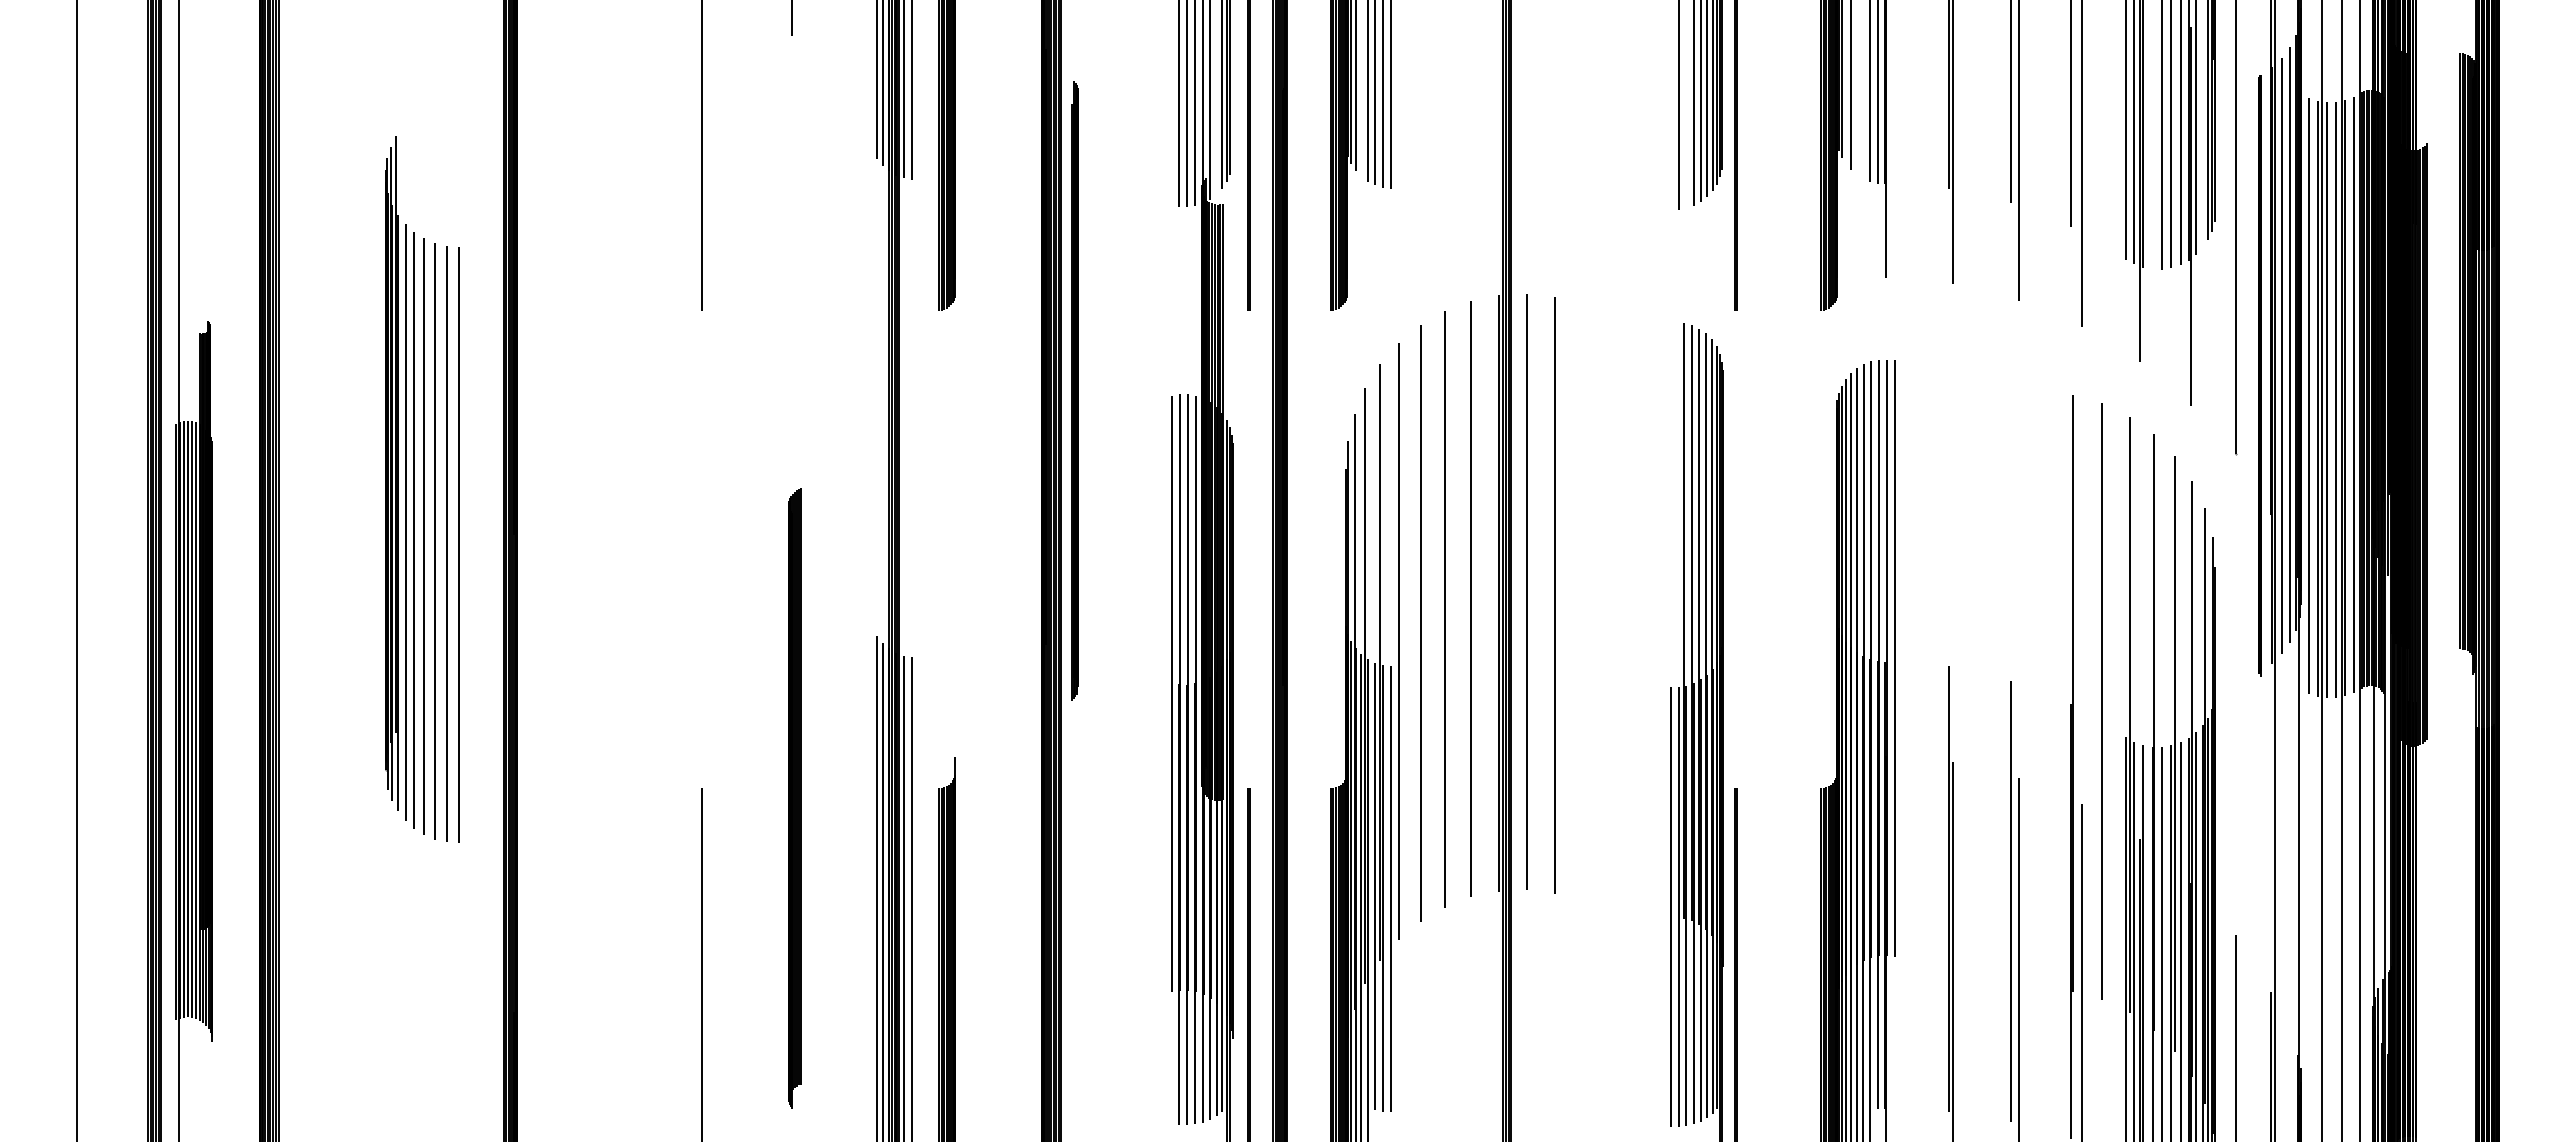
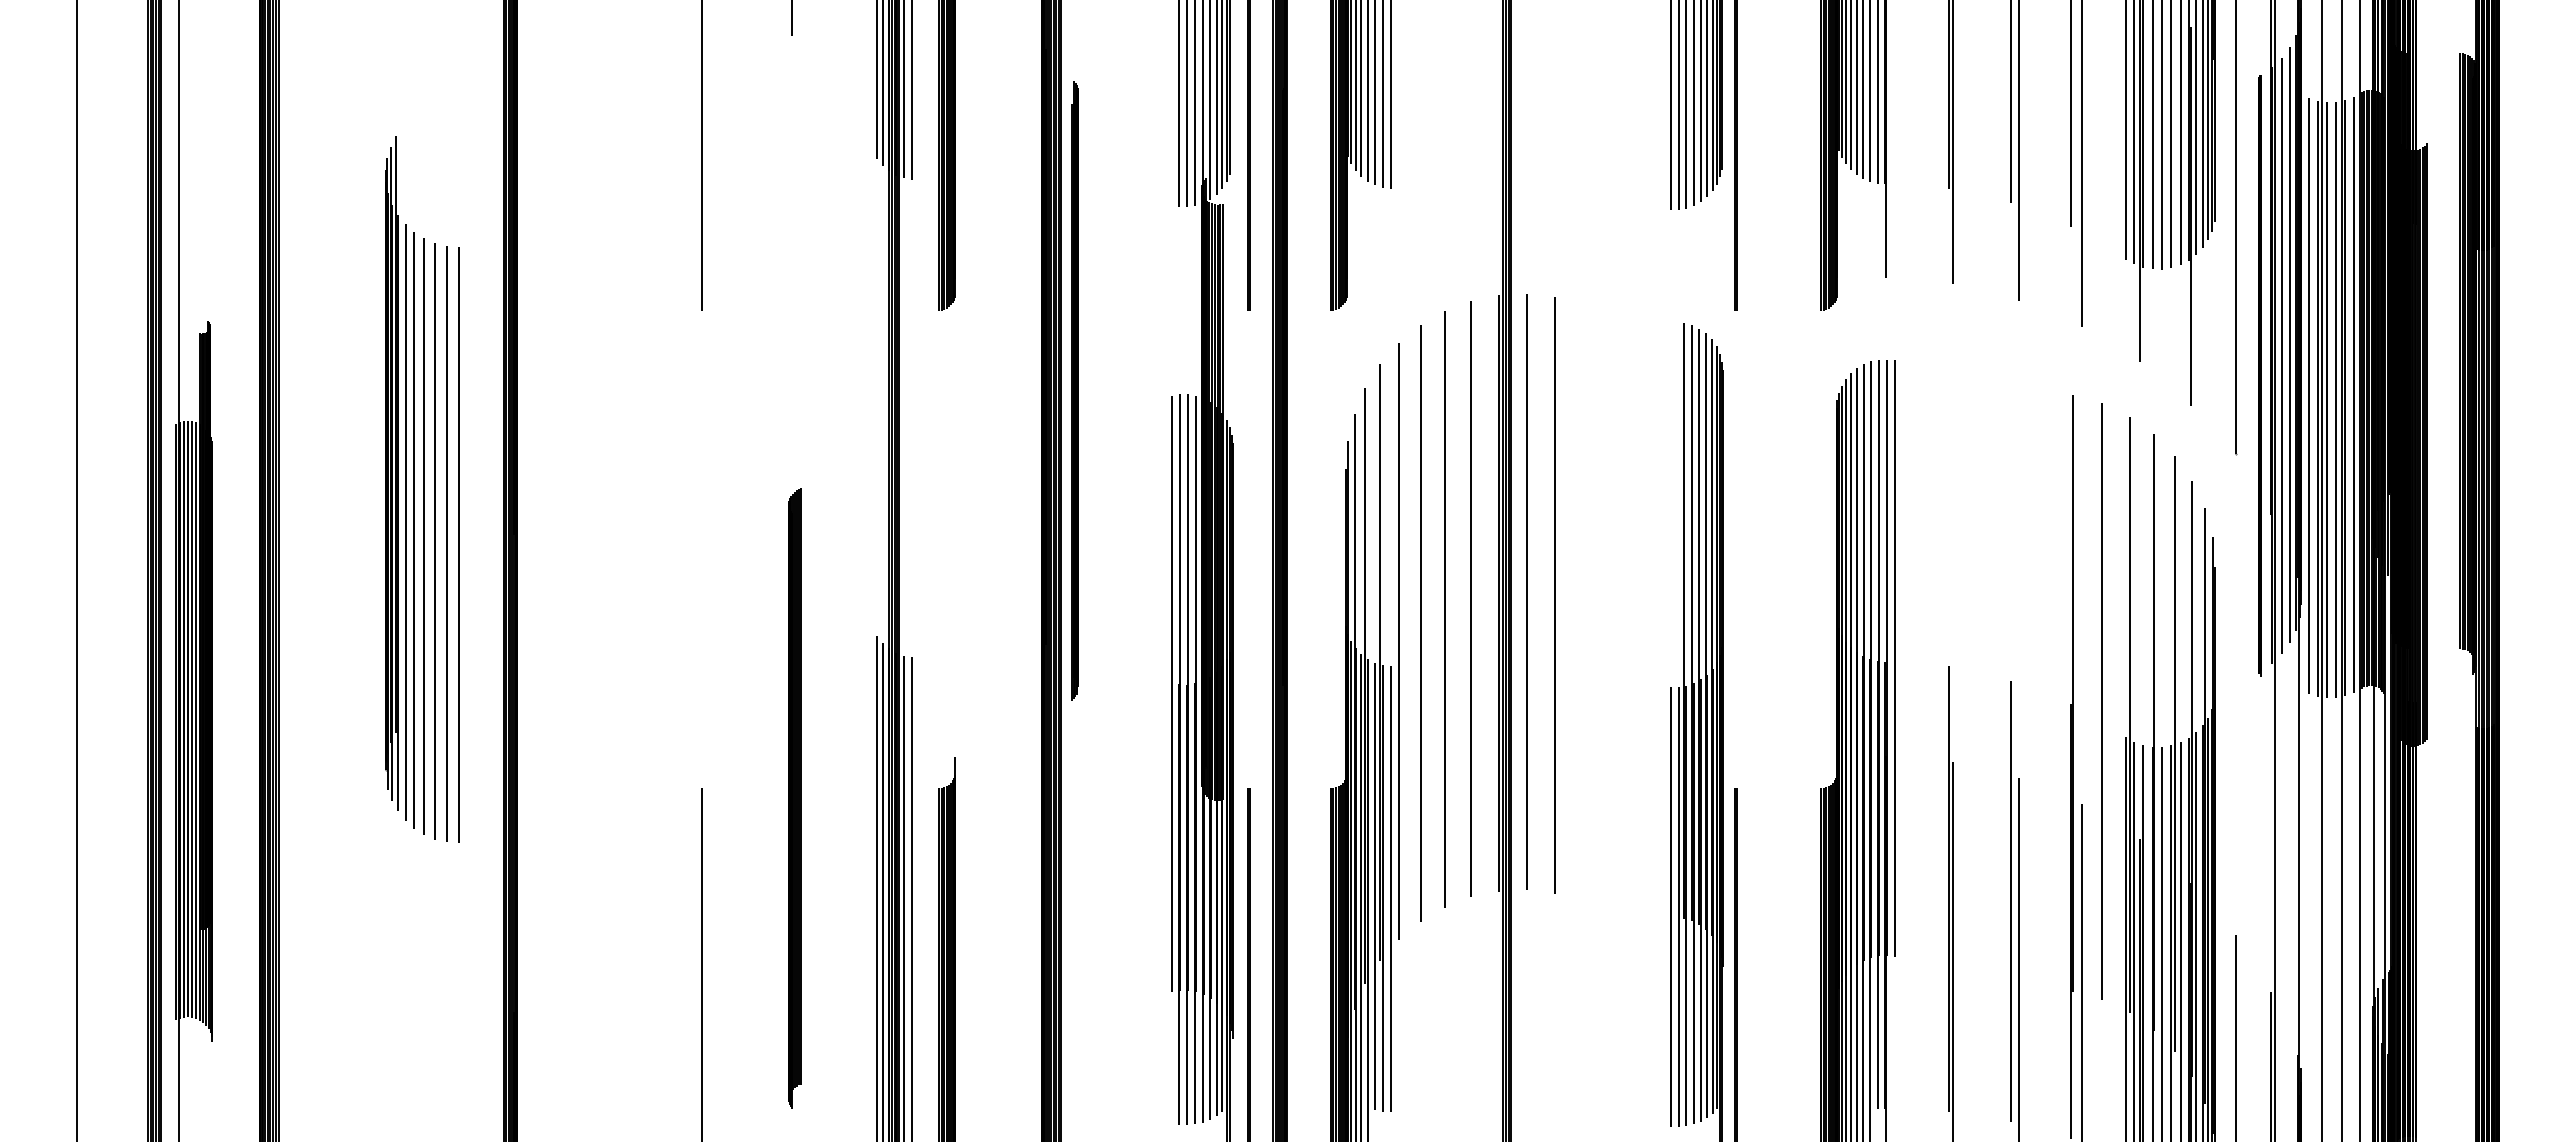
line at (1845, 83): none -> present
line at (1856, 88): none -> present
line at (1361, 89): none -> present
line at (1863, 90): none -> present
line at (1216, 98): none -> present
line at (1686, 105): none -> present
line at (1670, 106): none -> present
line at (2203, 125): none -> present
line at (2152, 135): none -> present
